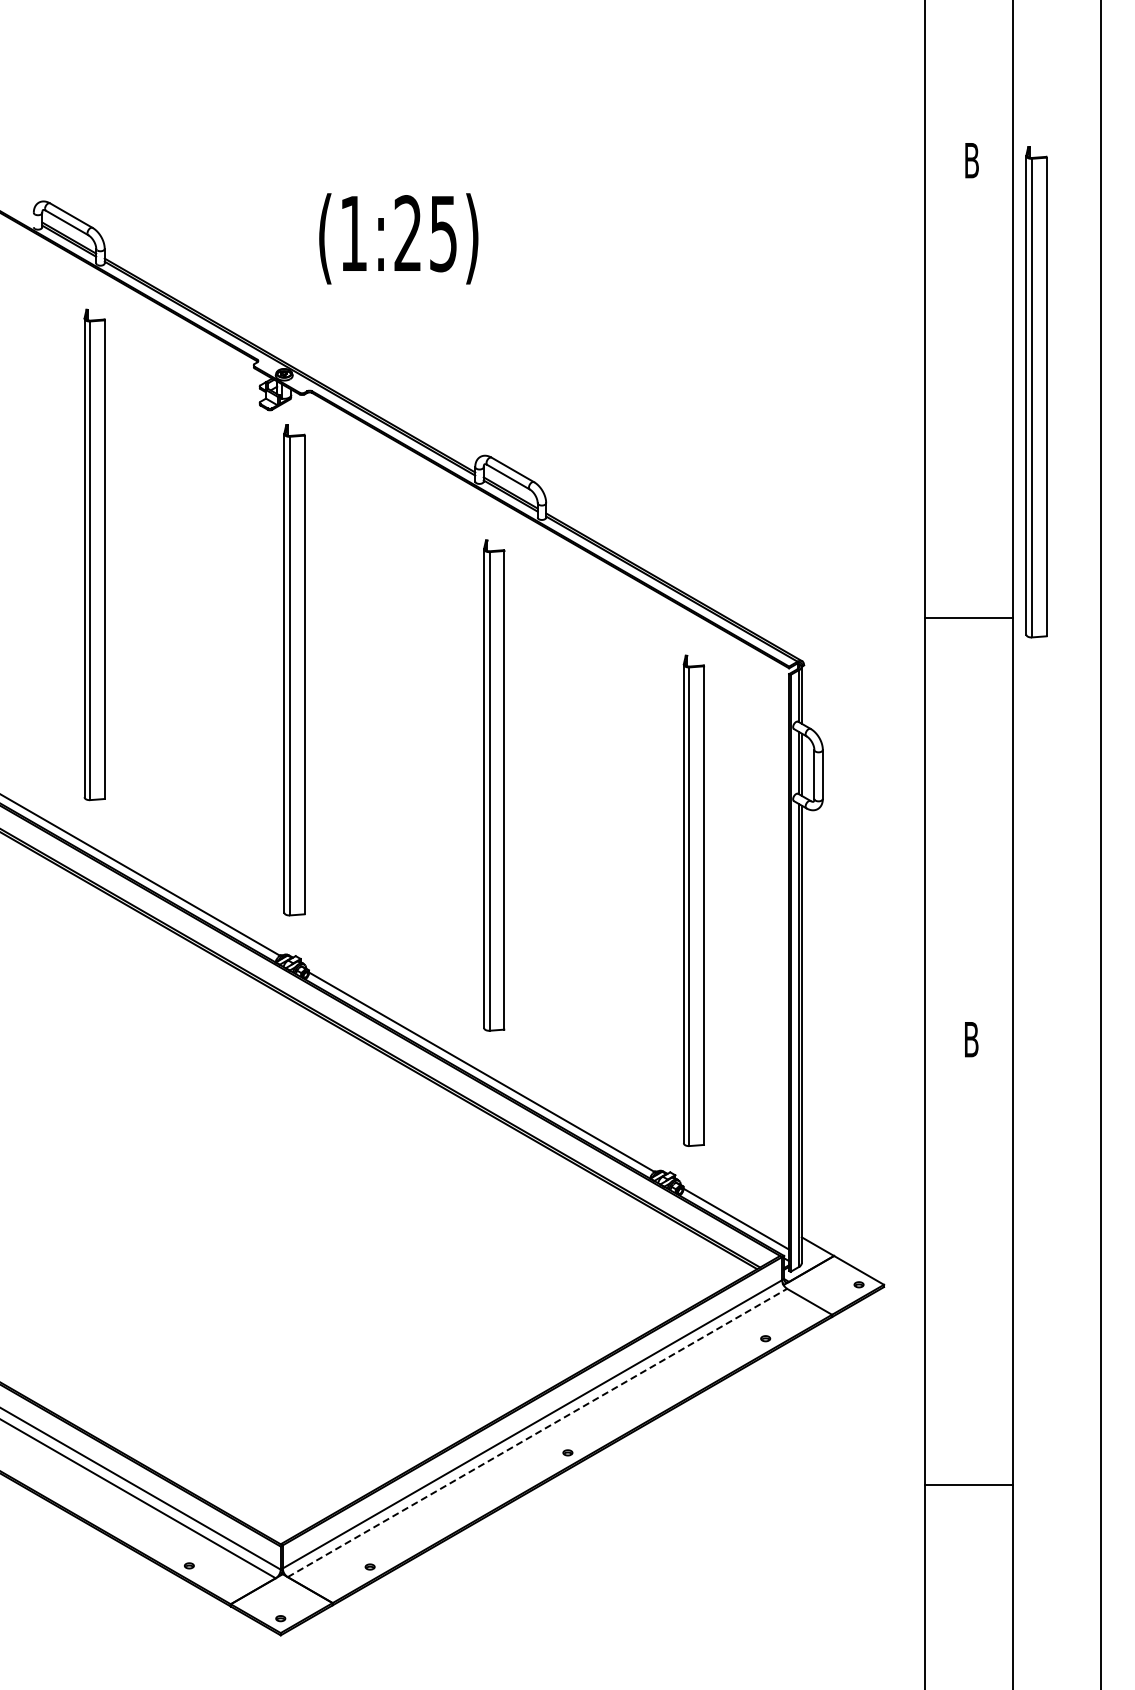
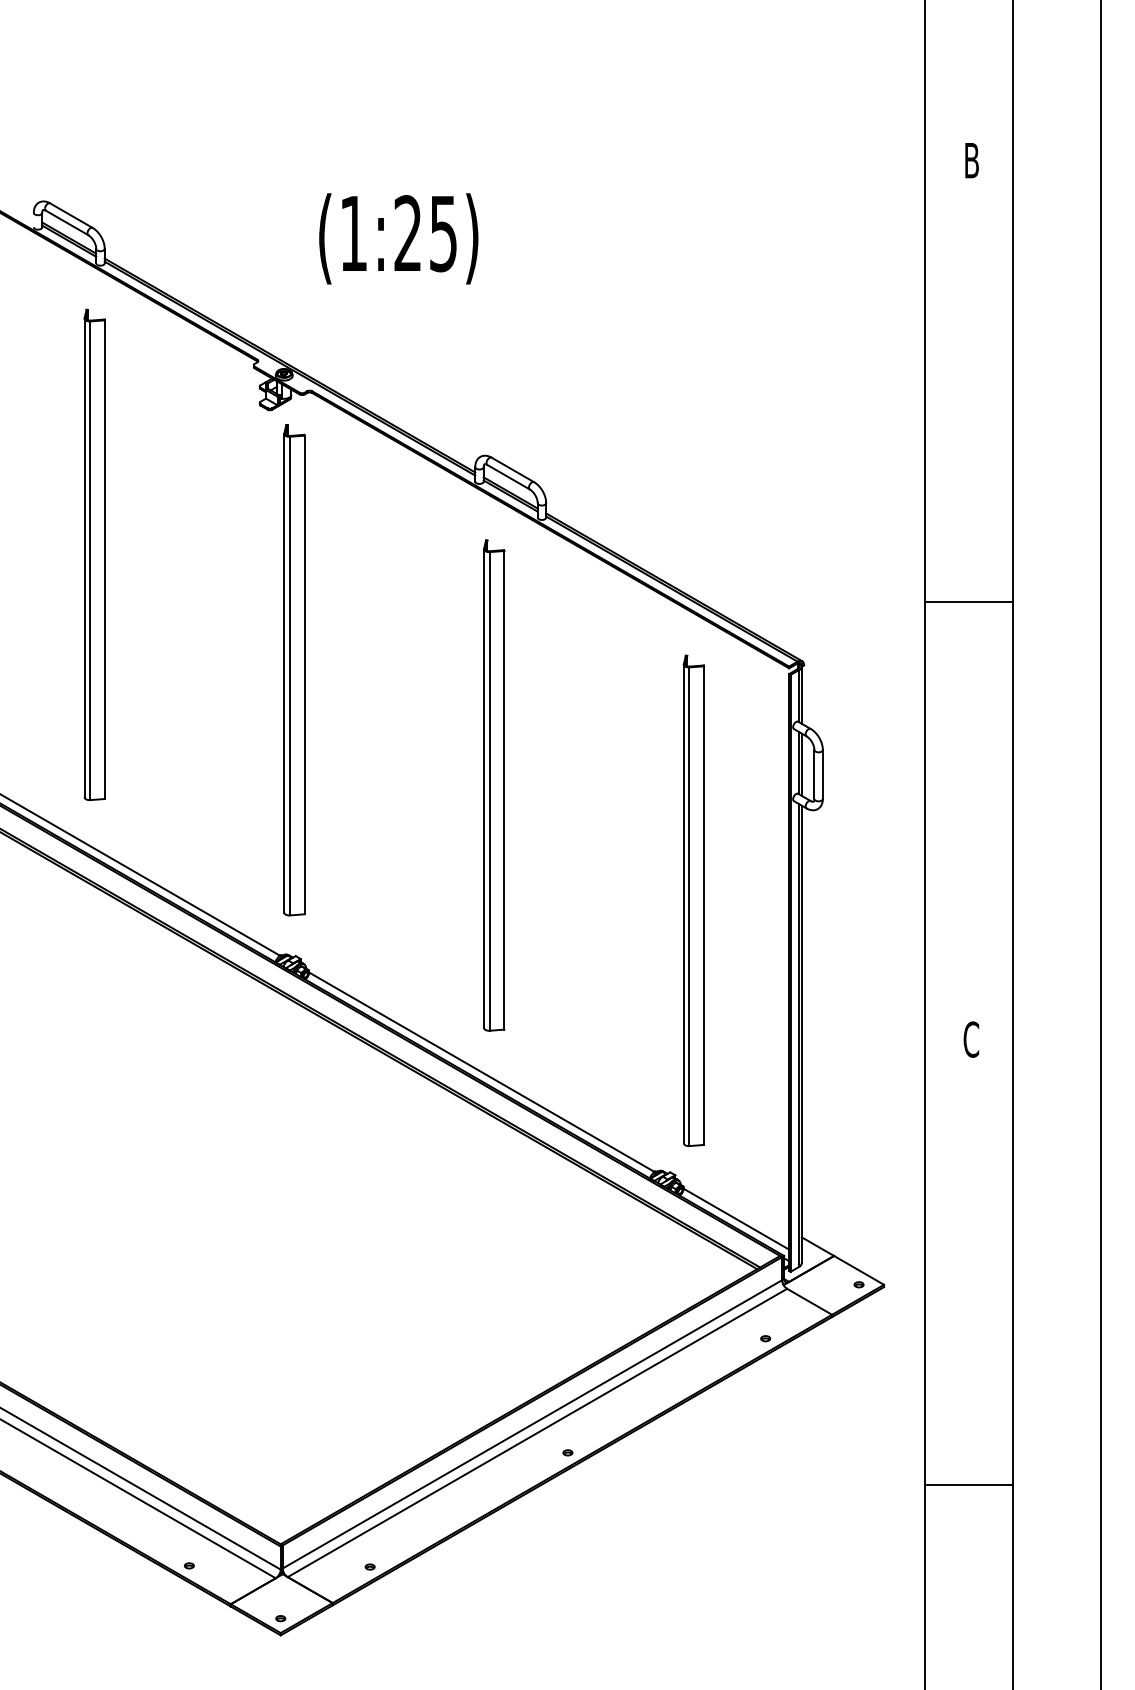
part at (1036, 392): present -> none
line at (968, 618) position: (968, 618) -> (968, 602)
text at (971, 1039): B -> C
line at (537, 1432): dashed -> solid
